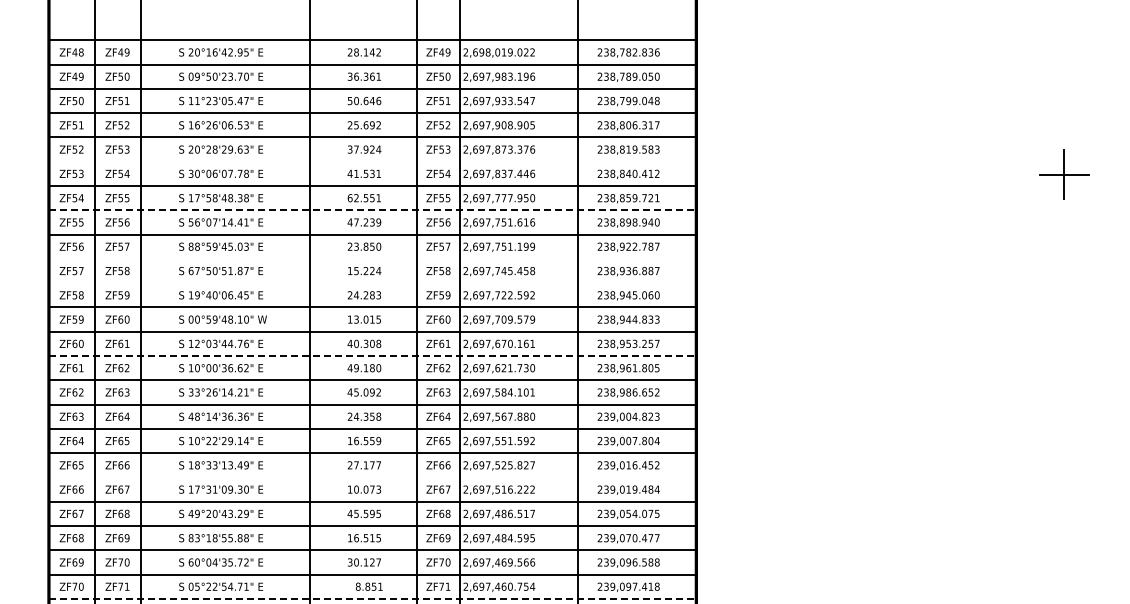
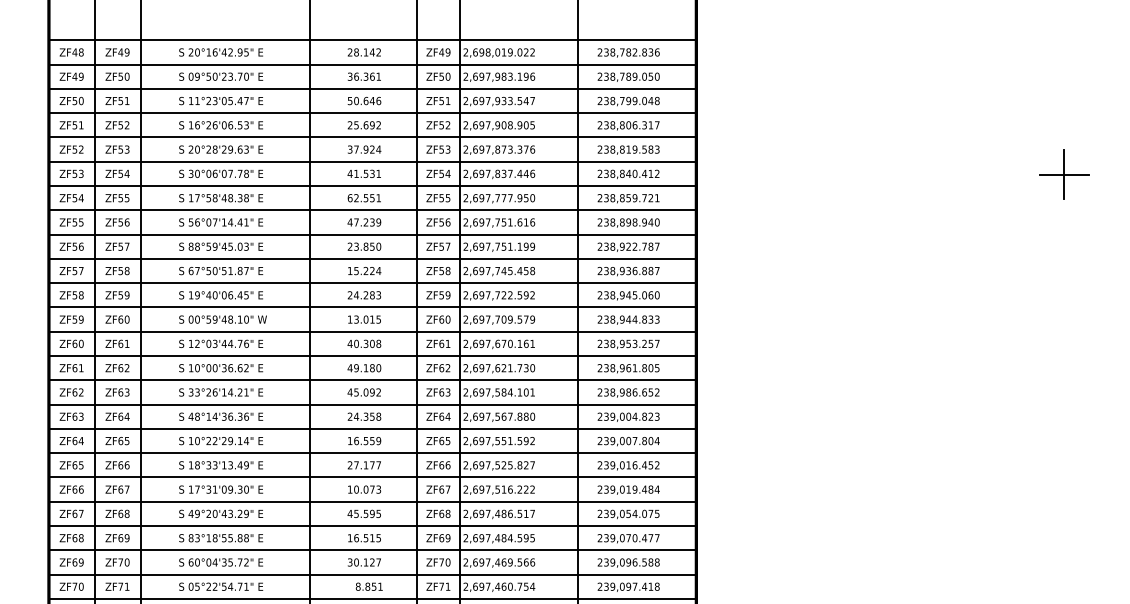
line at (372, 161): none -> present
line at (372, 210): dashed -> solid
line at (372, 258): none -> present
line at (372, 283): none -> present
line at (372, 356): dashed -> solid
line at (372, 477): none -> present
line at (372, 598): dashed -> solid
